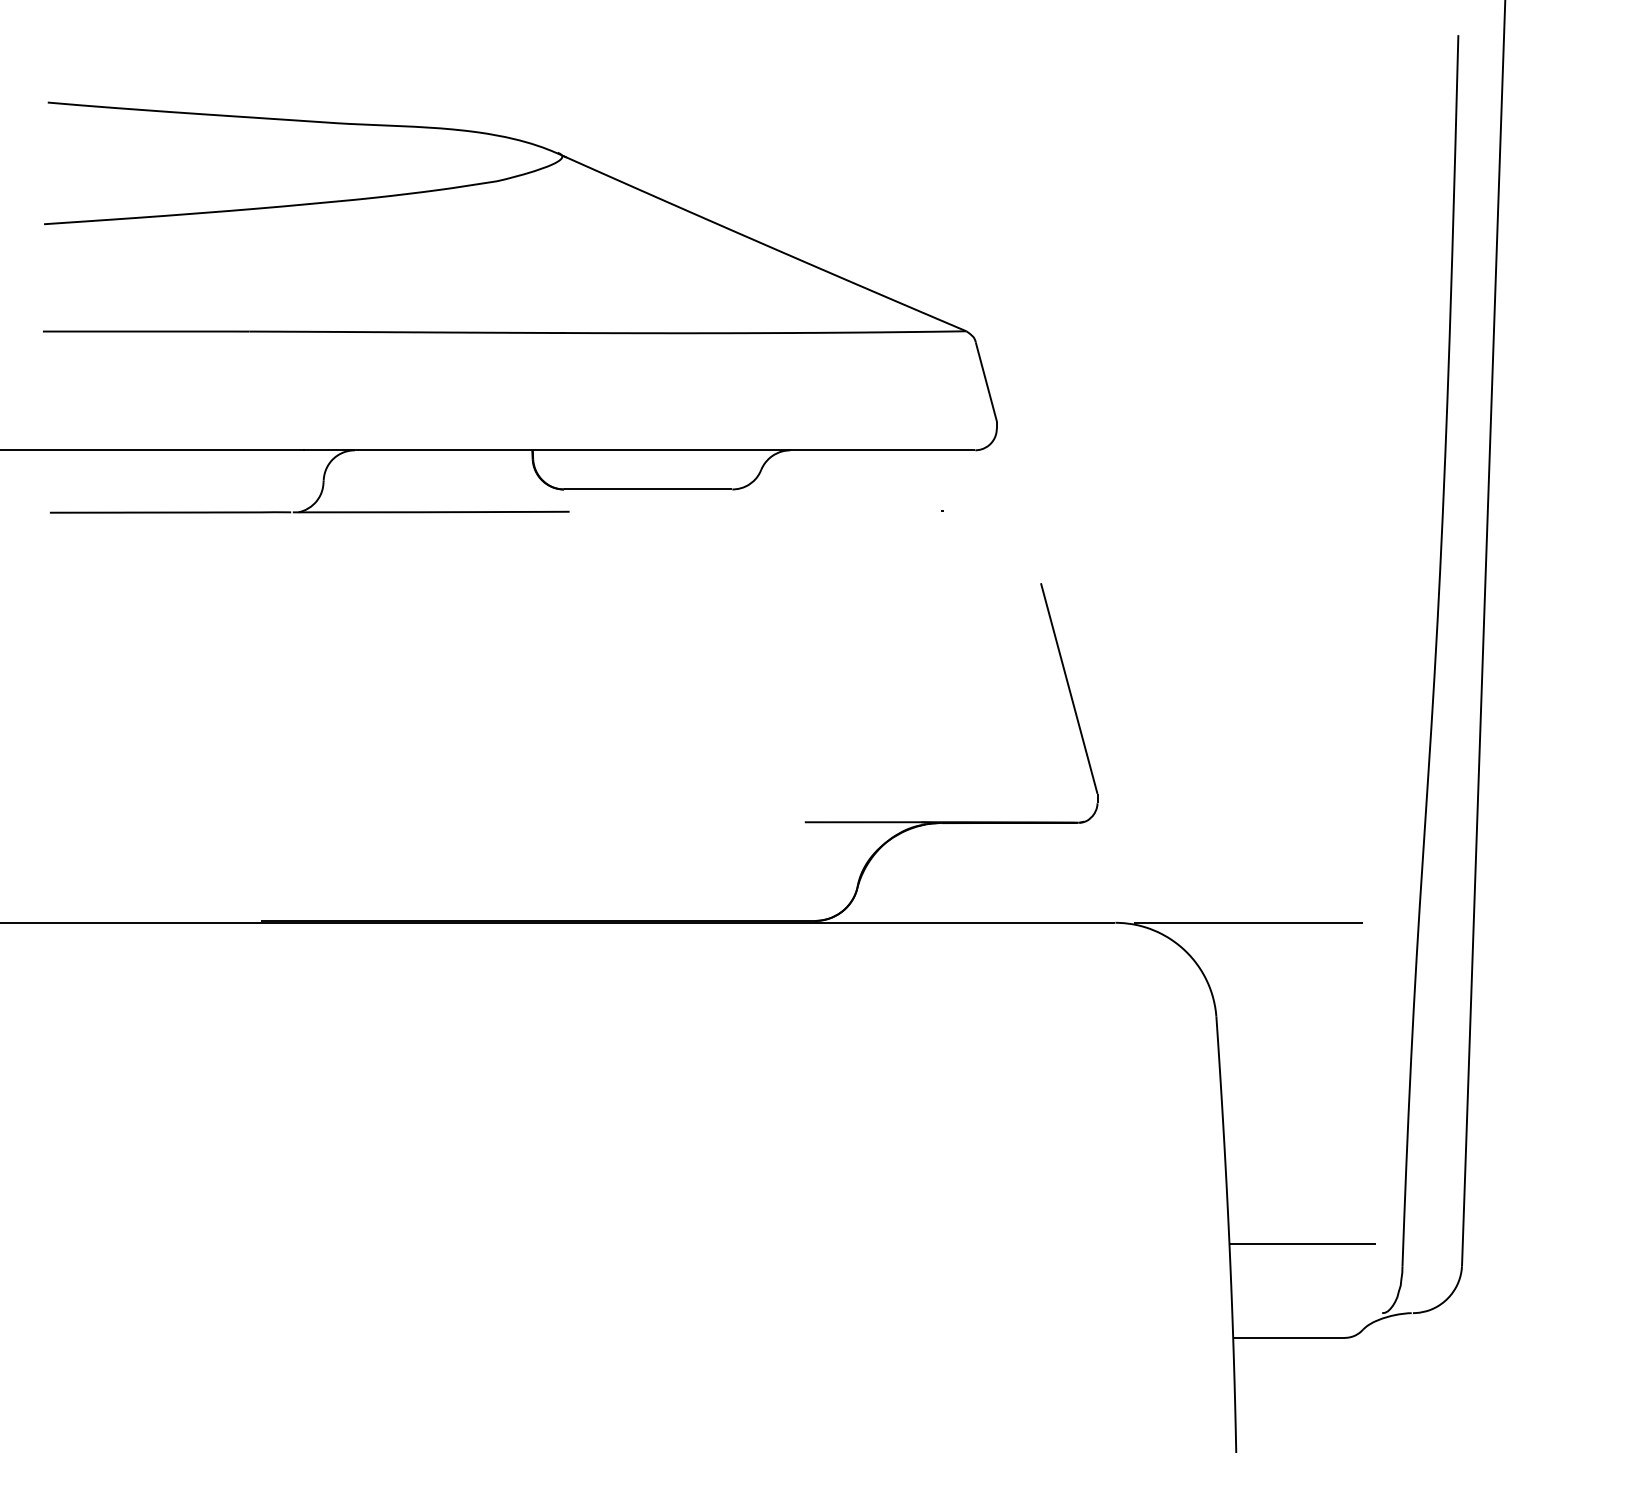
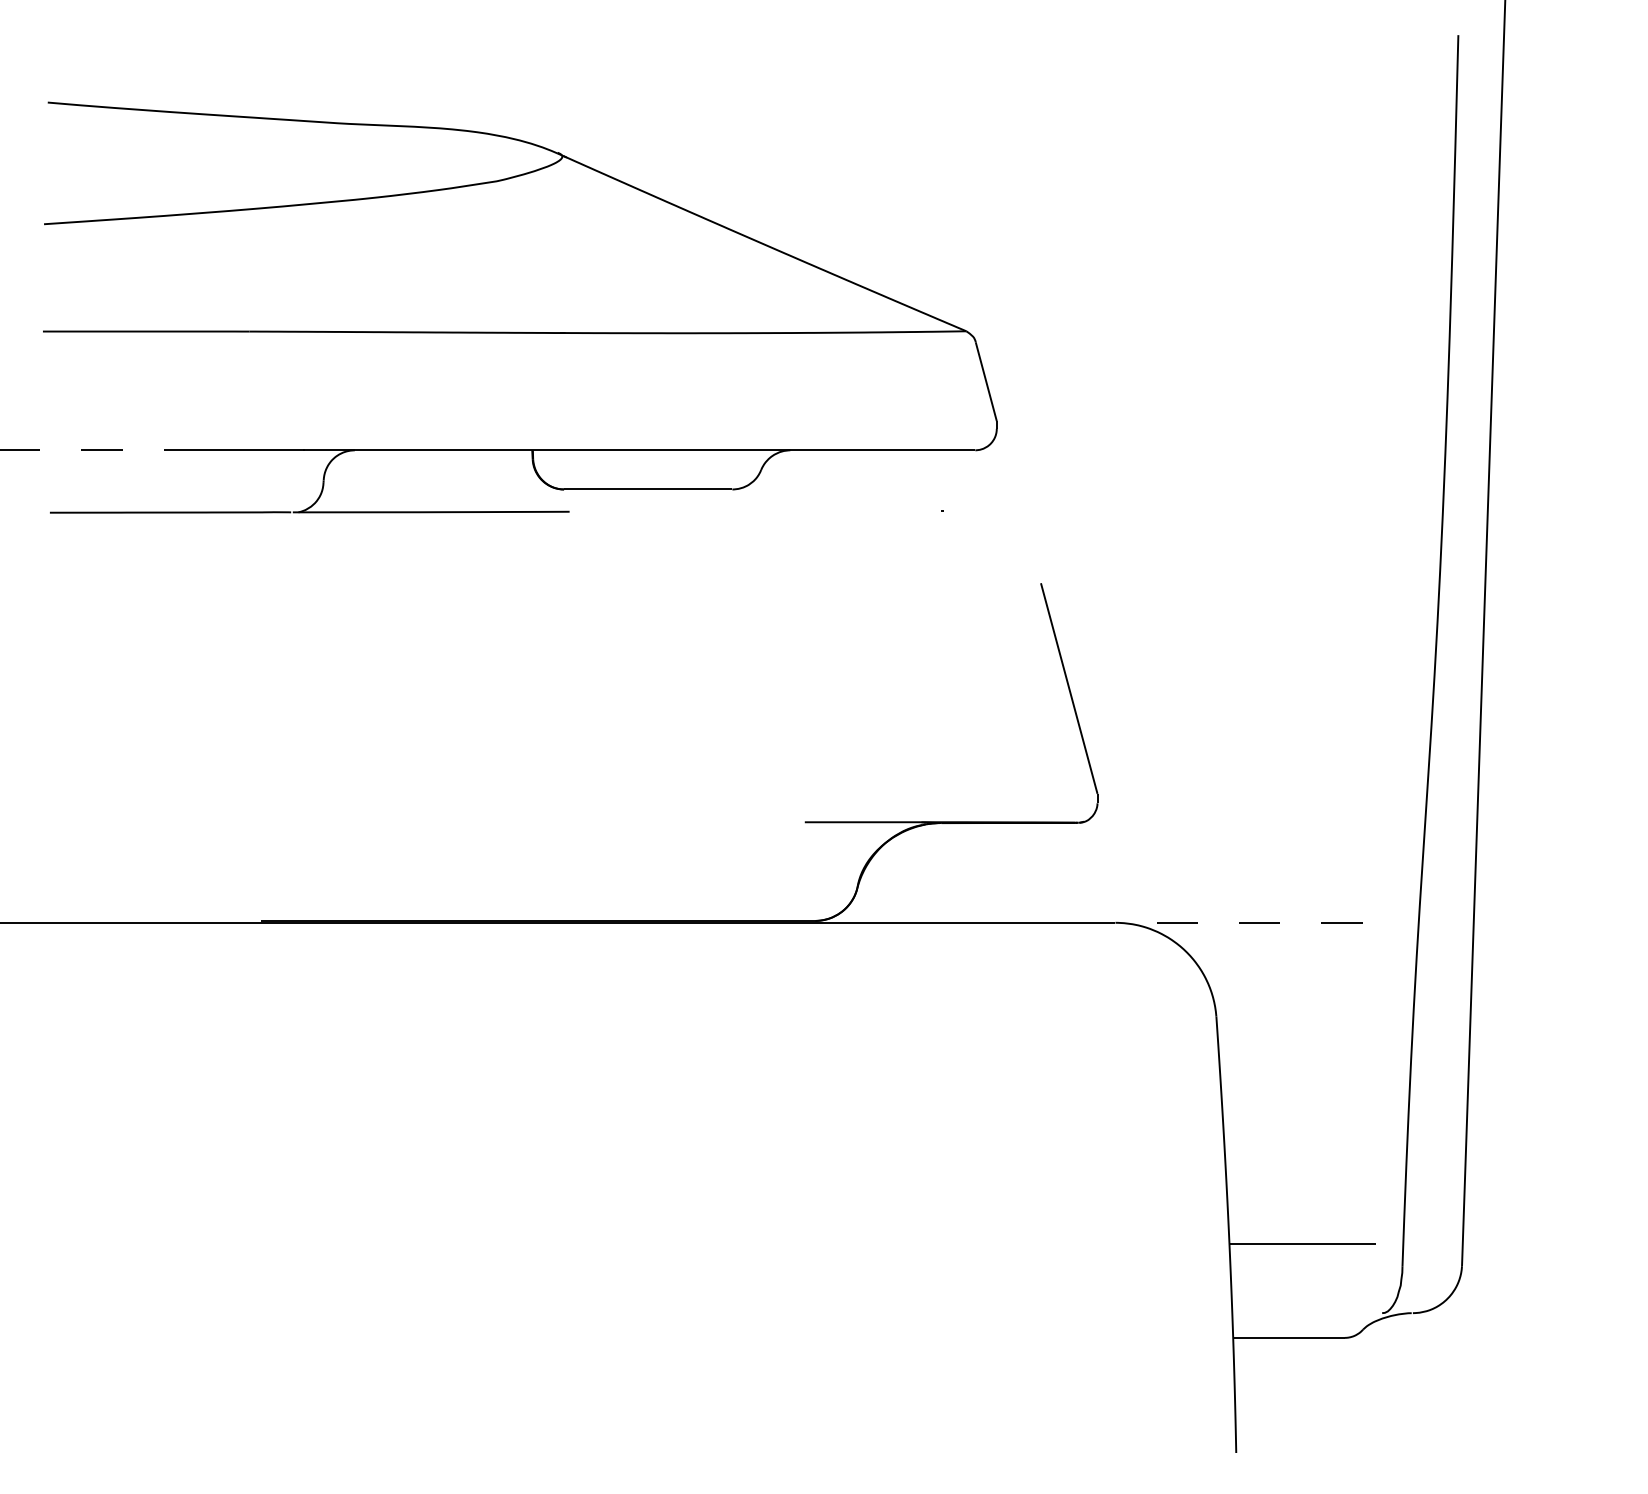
line at (102, 450): solid -> dashed
line at (1248, 922): solid -> dashed
